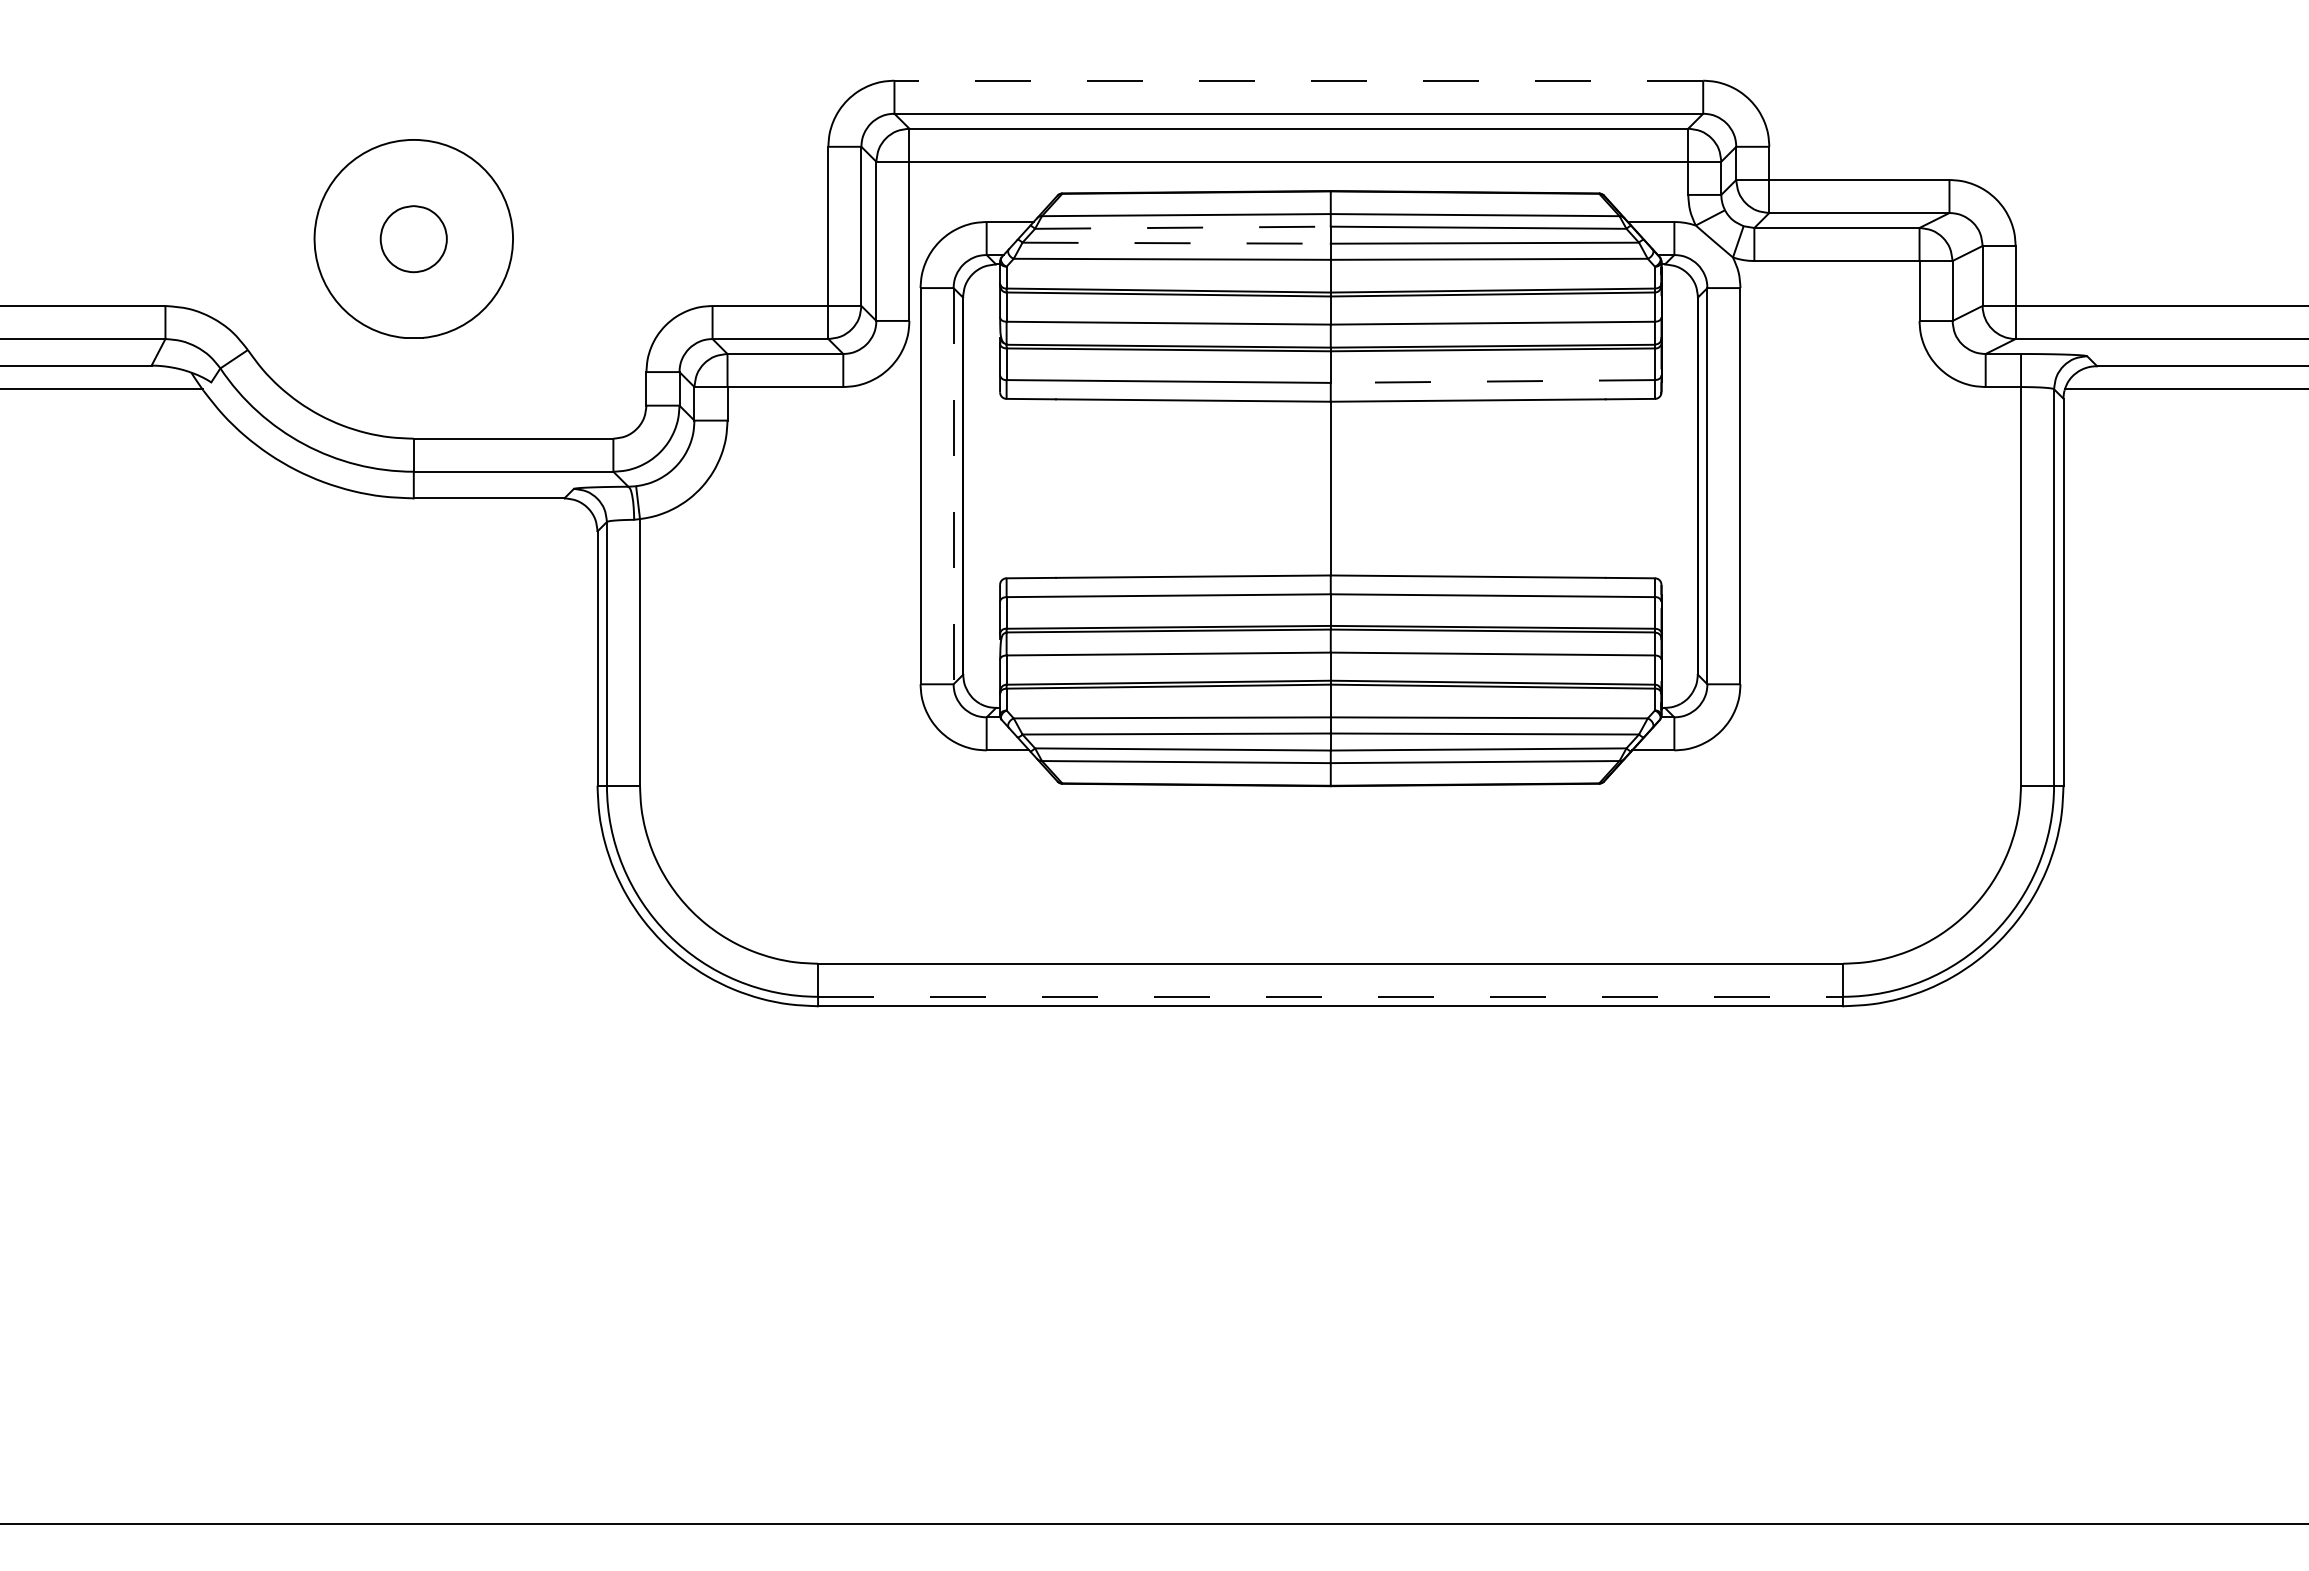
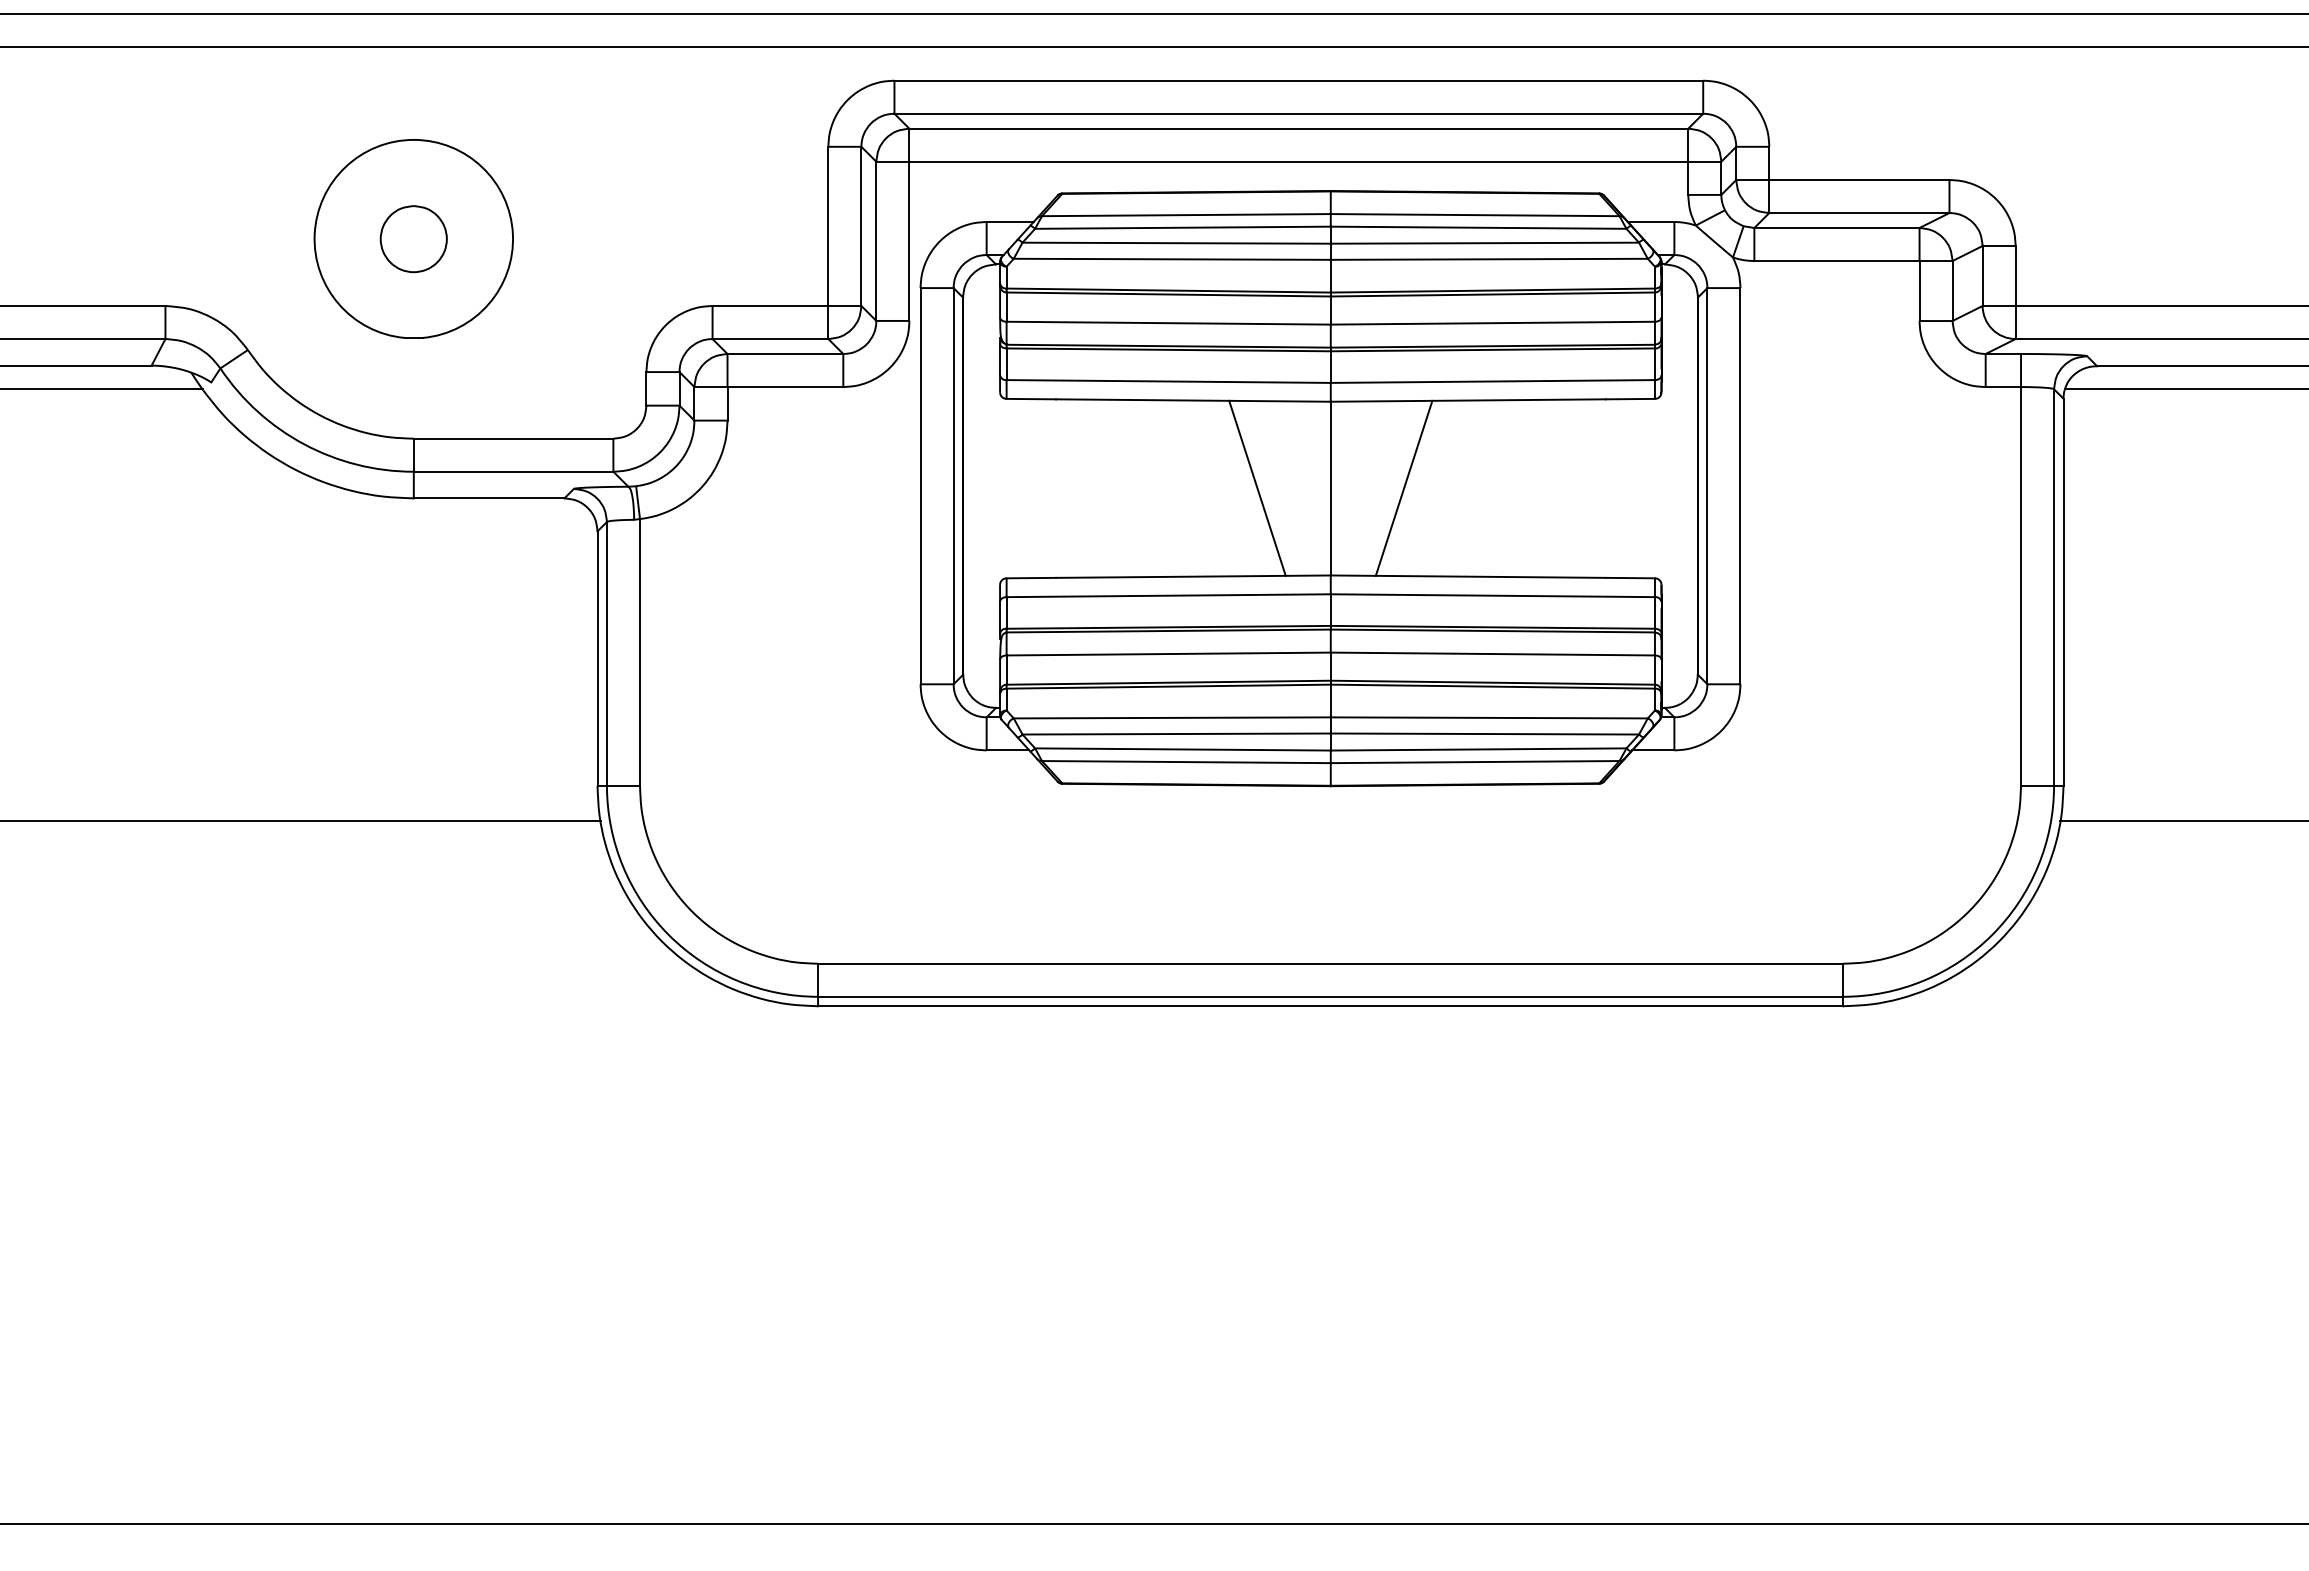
line at (1153, 14): none -> present
line at (1153, 47): none -> present
line at (1298, 80): dashed -> solid
line at (1182, 227): dashed -> solid
line at (1177, 243): dashed -> solid
line at (1492, 381): dashed -> solid
line at (953, 486): dashed -> solid
line at (1257, 487): none -> present
line at (1403, 487): none -> present
line at (301, 820): none -> present
line at (2182, 820): none -> present
line at (1331, 996): dashed -> solid
